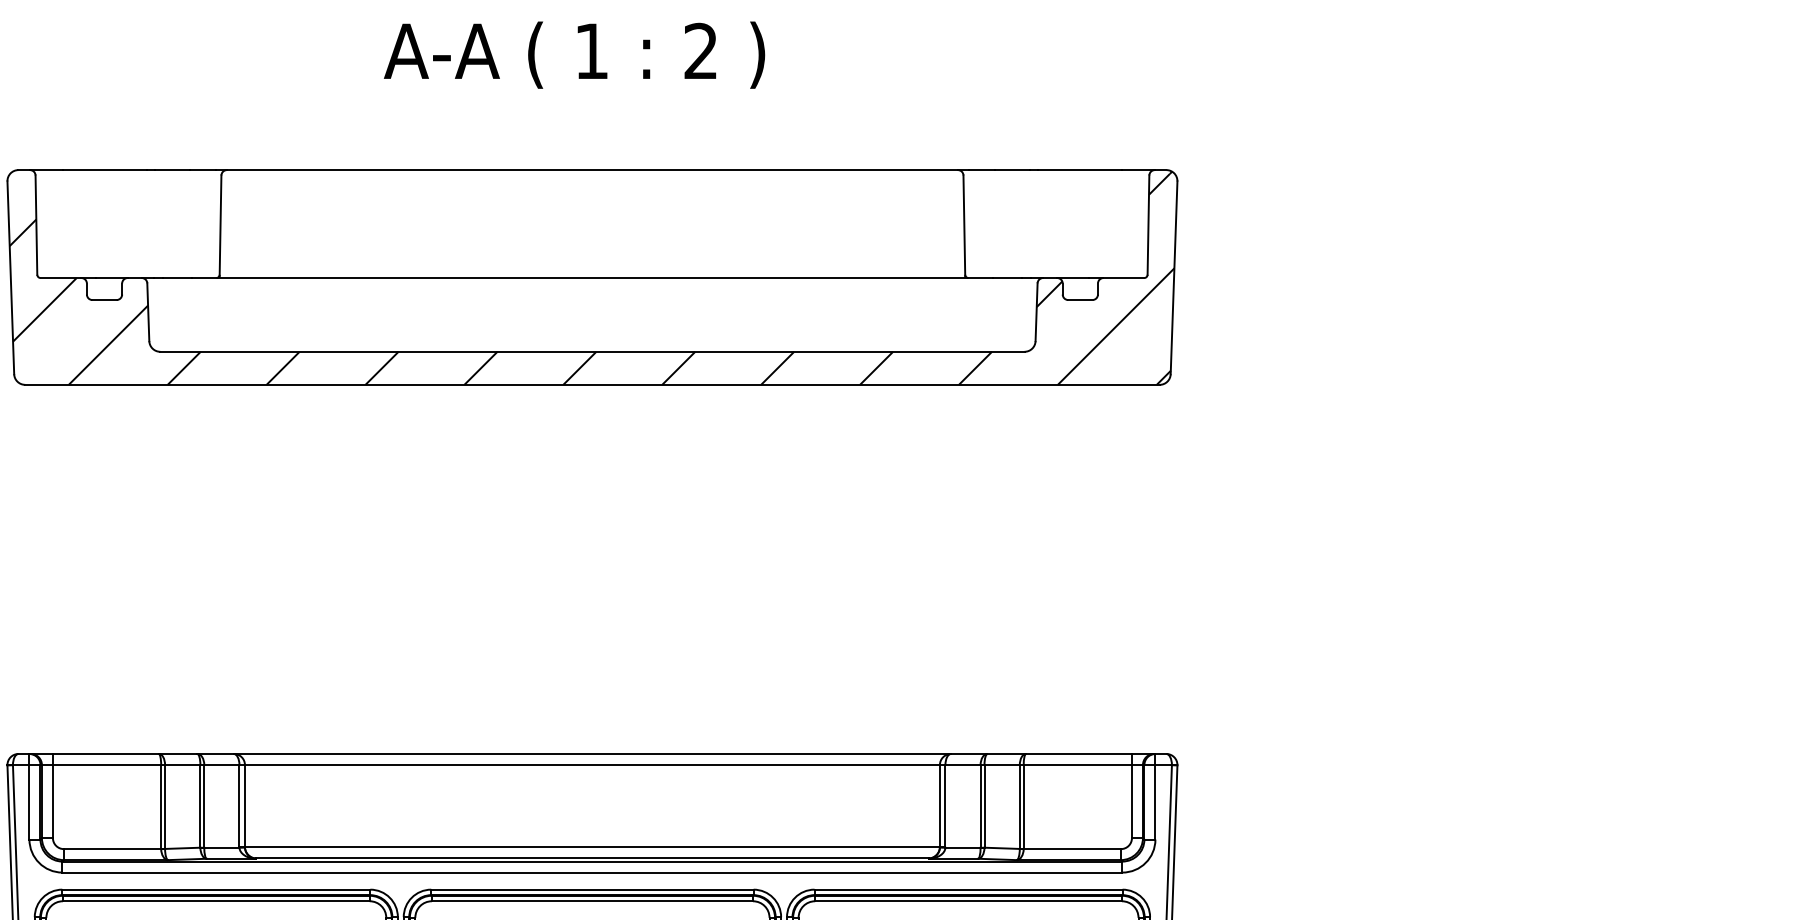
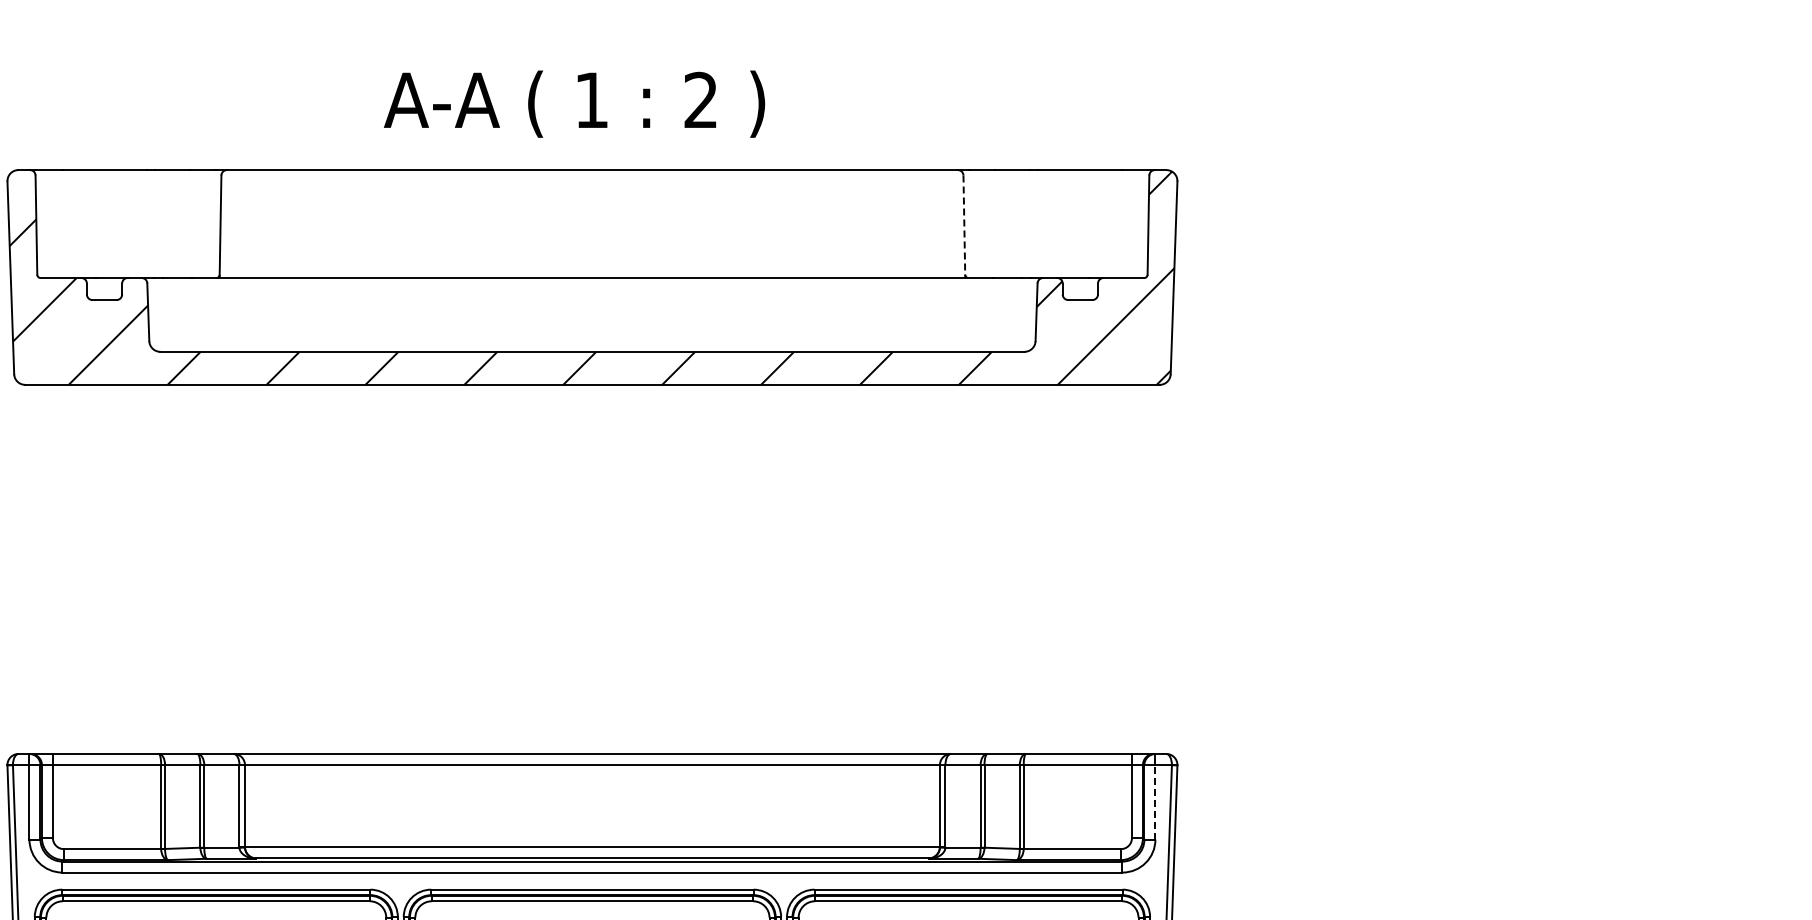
text at (574, 54) position: (574, 54) -> (574, 103)
line at (964, 226): solid -> dashed
line at (1155, 801): solid -> dashed
